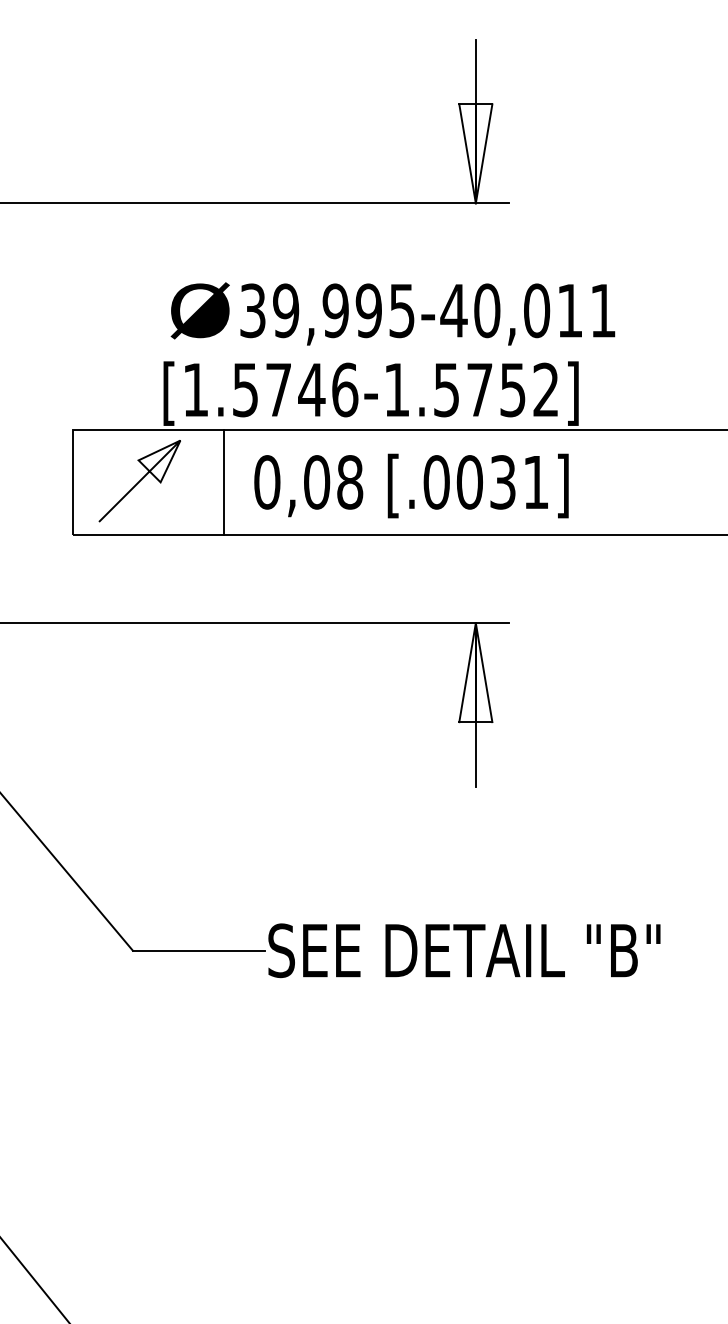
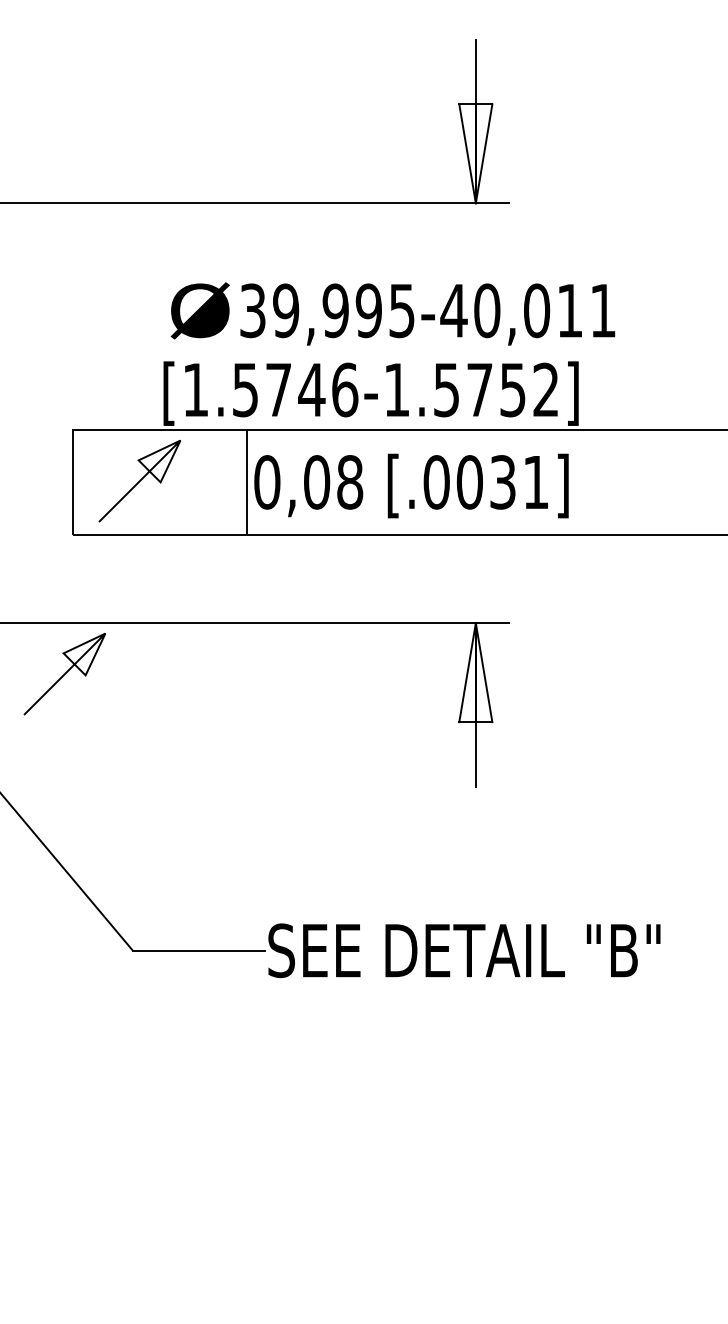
line at (224, 482) position: (224, 482) -> (247, 482)
line at (64, 674): none -> present
line at (34, 1280): present -> none
